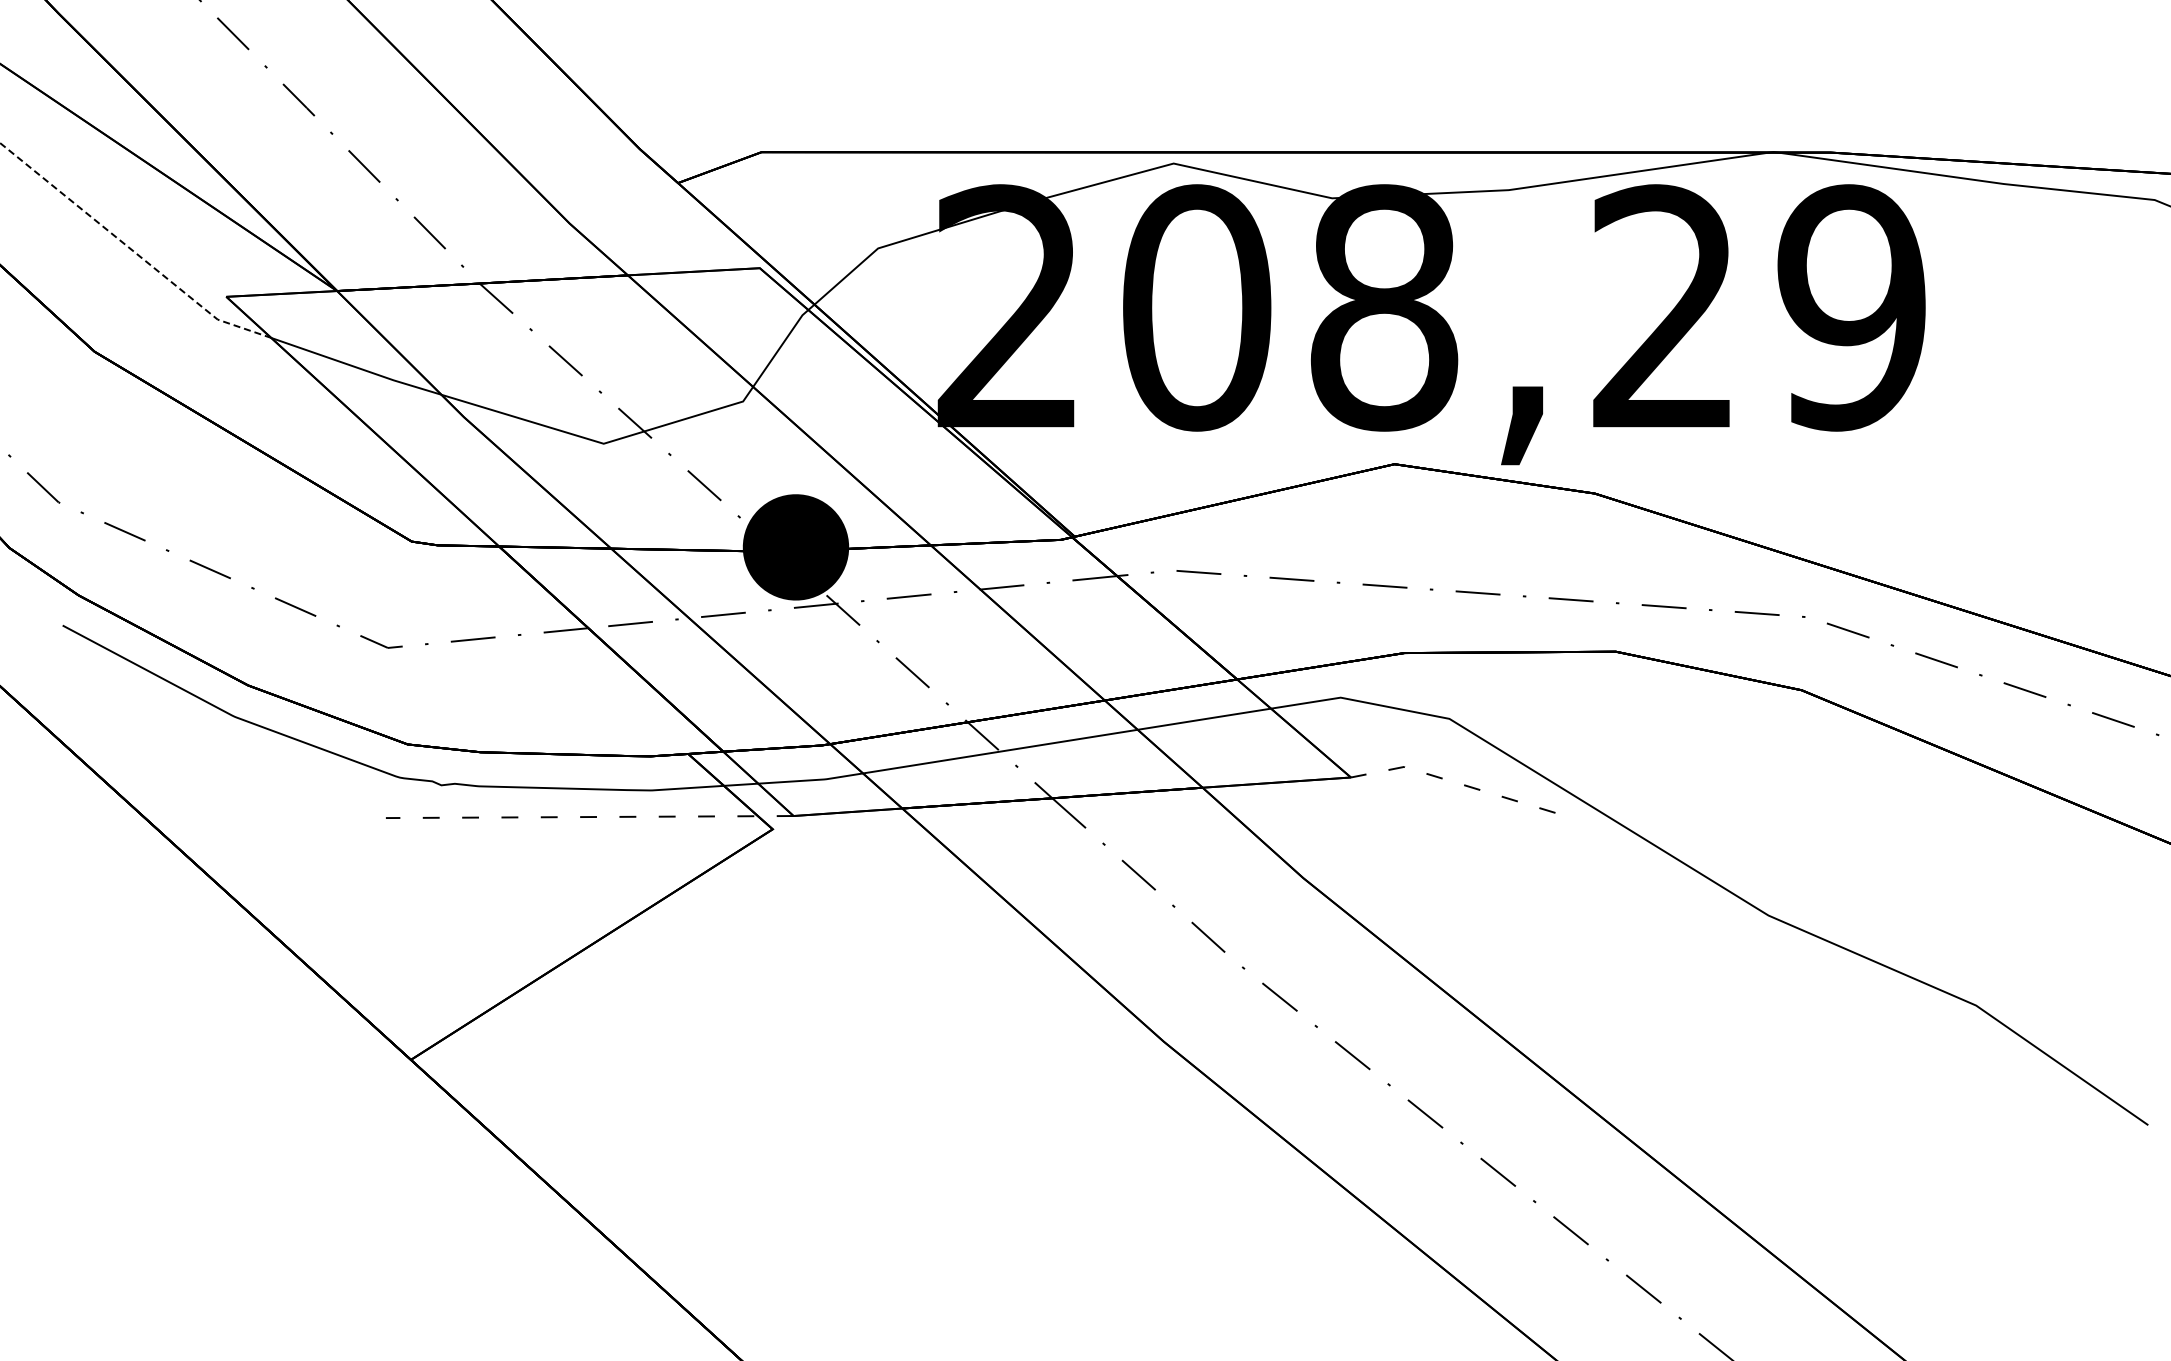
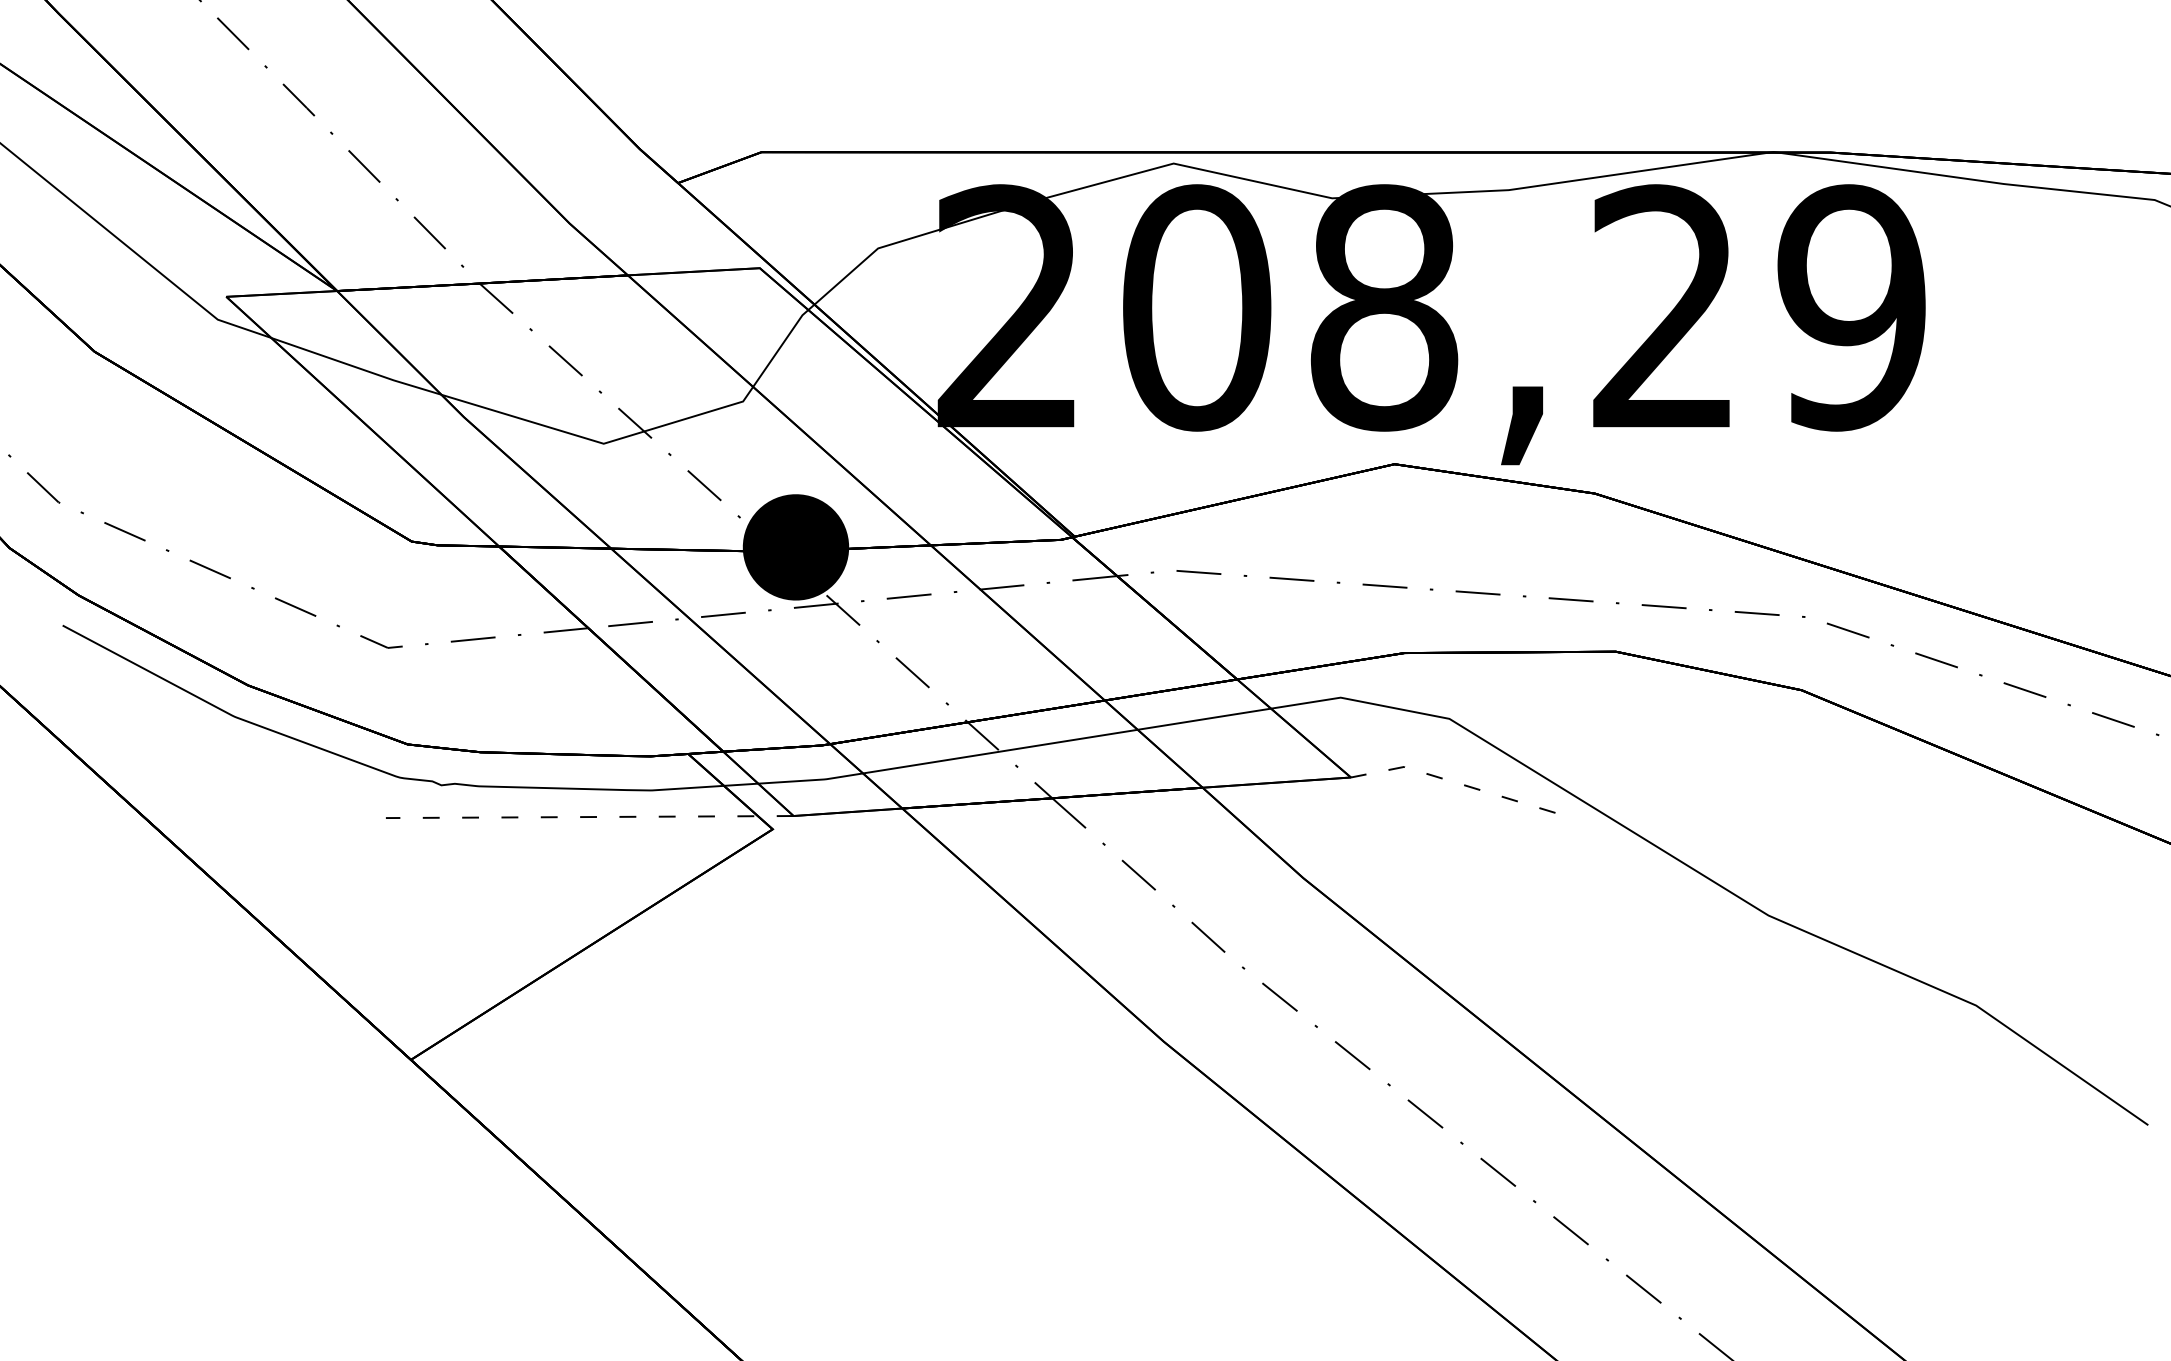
line at (131, 249): dashed -> solid
